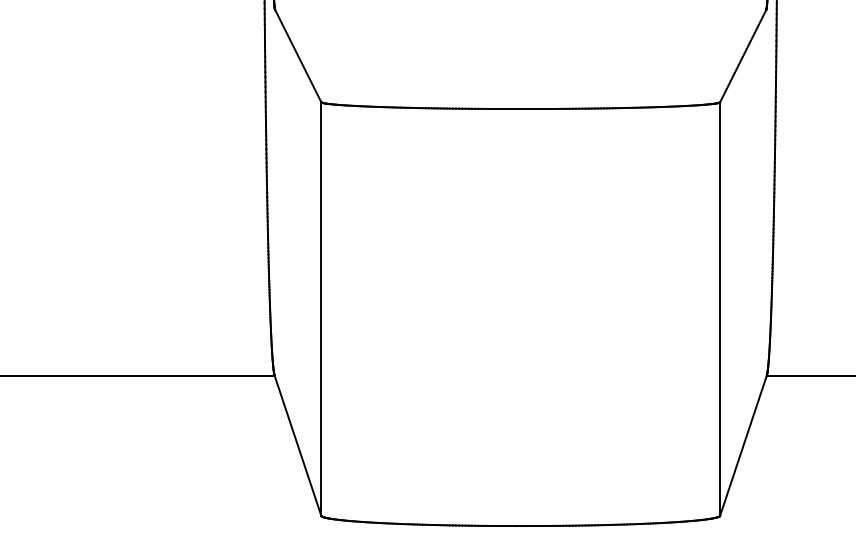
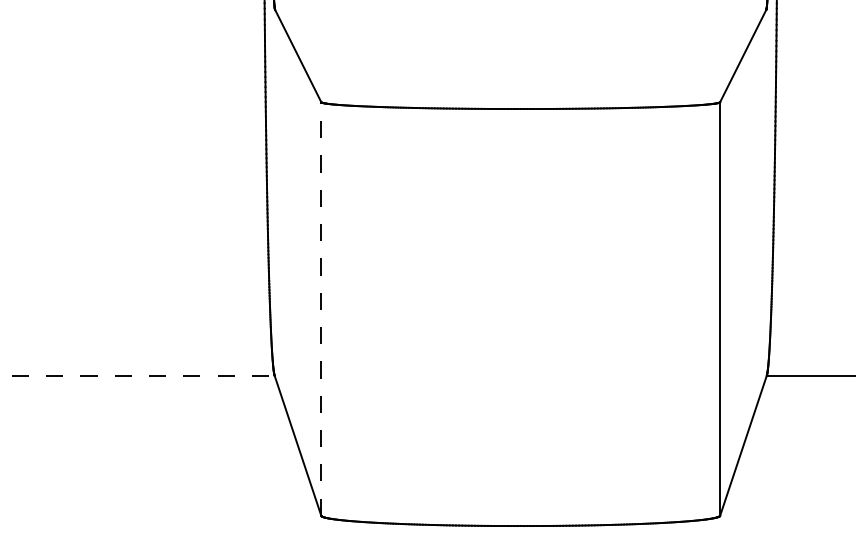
line at (321, 308): solid -> dashed
line at (137, 375): solid -> dashed
